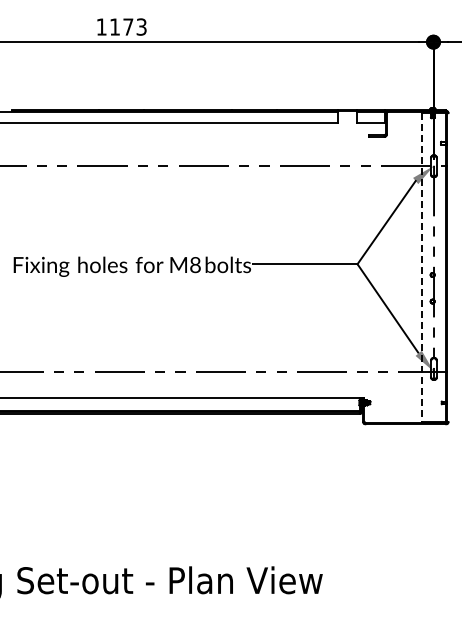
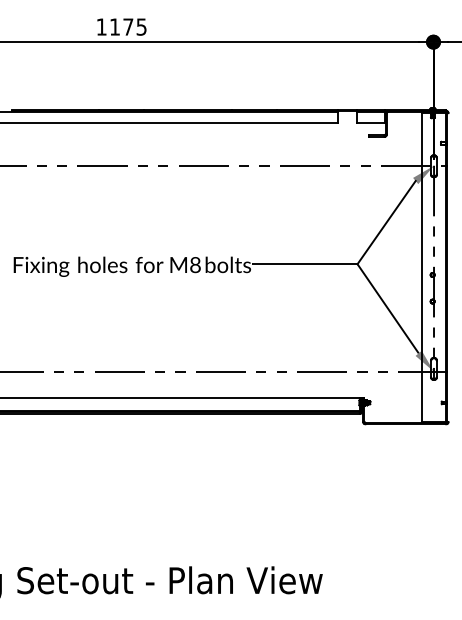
text at (141, 26): 1173 -> 1175
line at (421, 268): dashed -> solid
